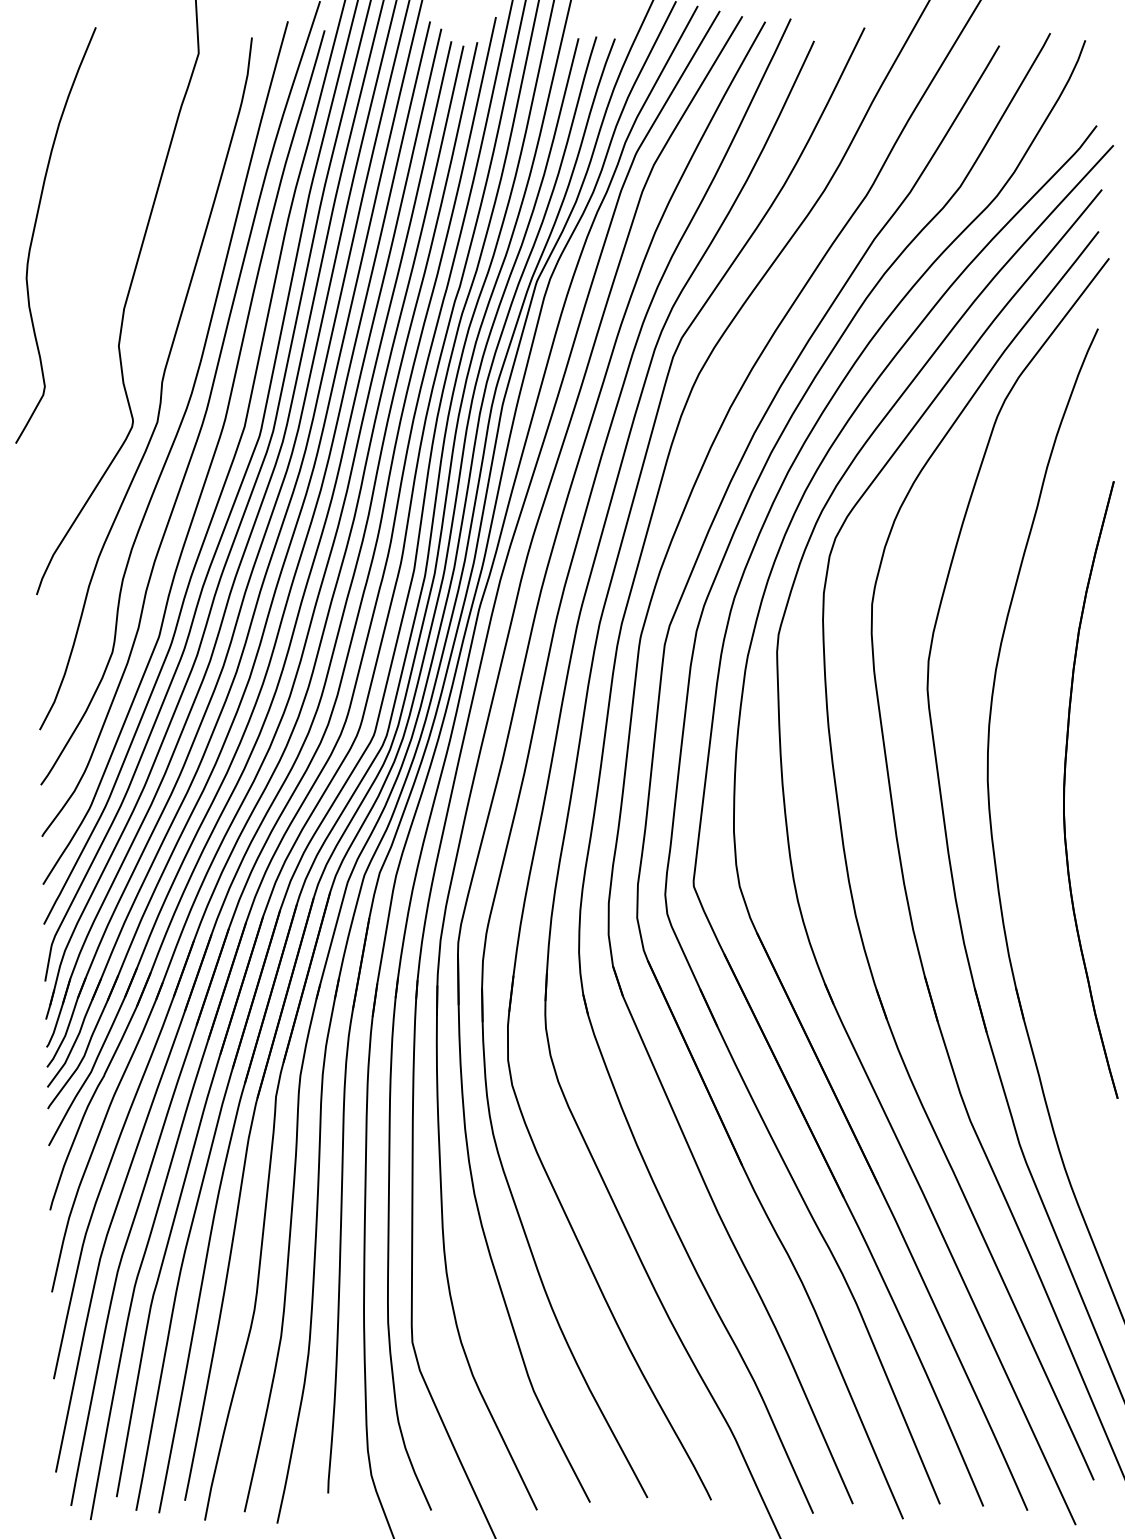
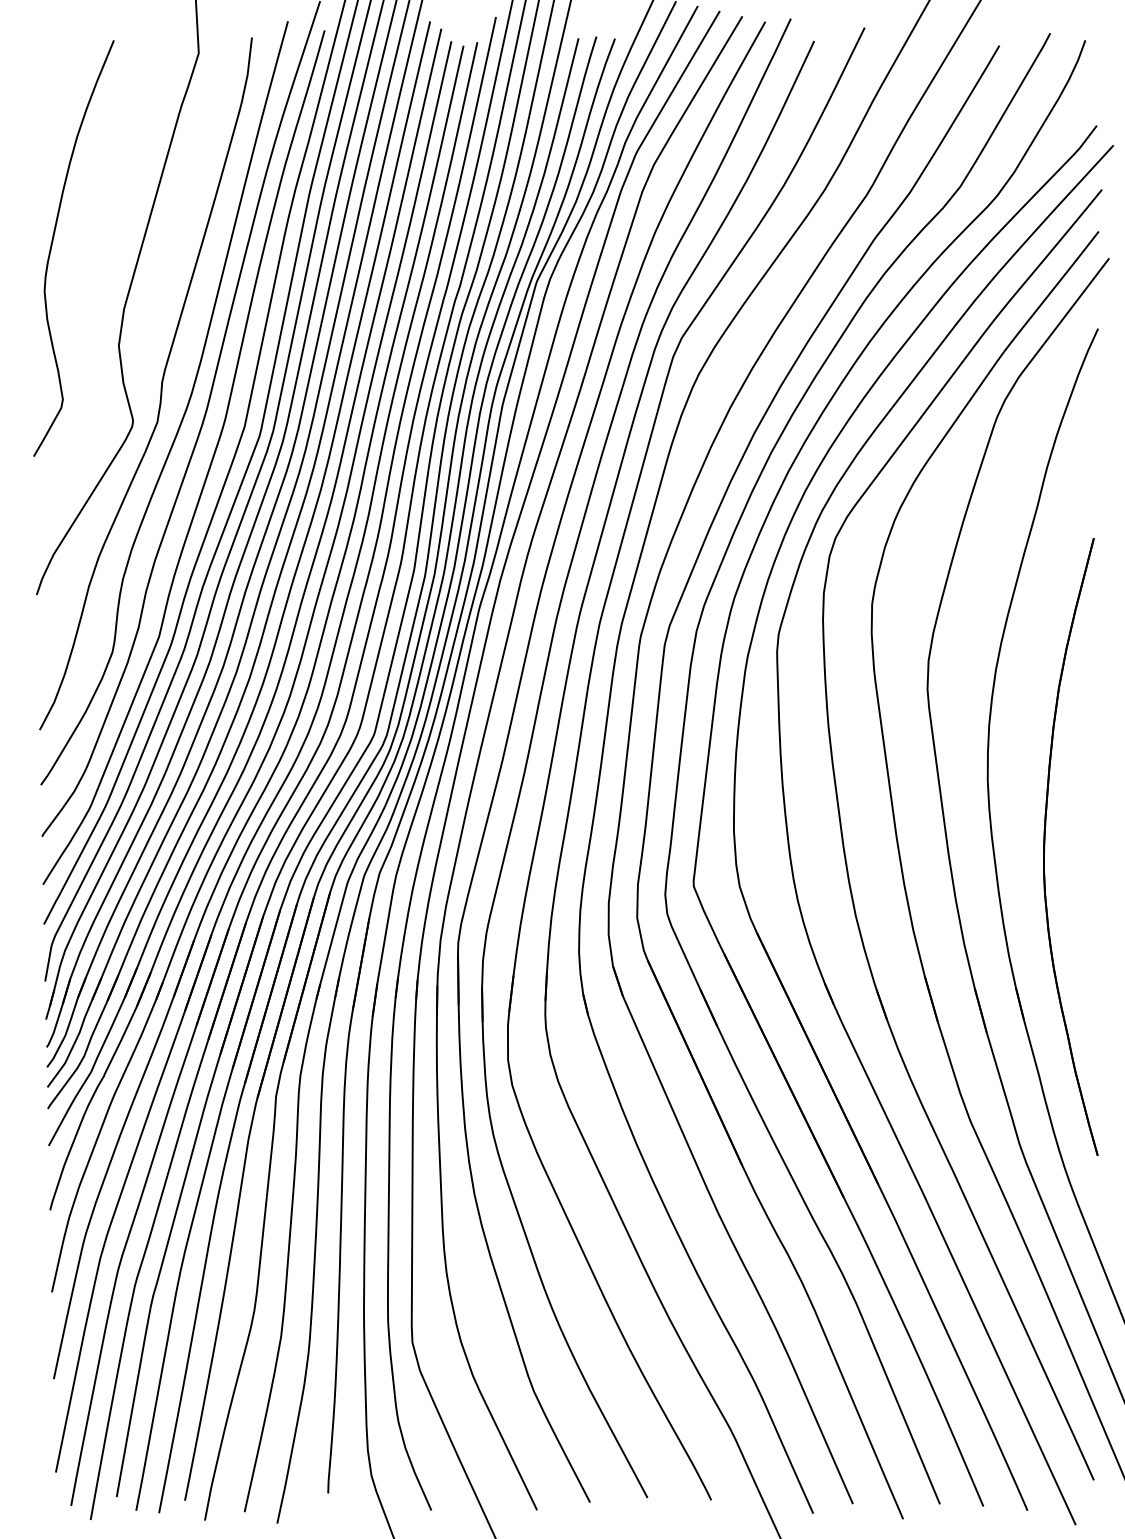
curve at (34, 233) position: (34, 233) -> (52, 246)
part at (1065, 789) position: (1065, 789) -> (1045, 846)
